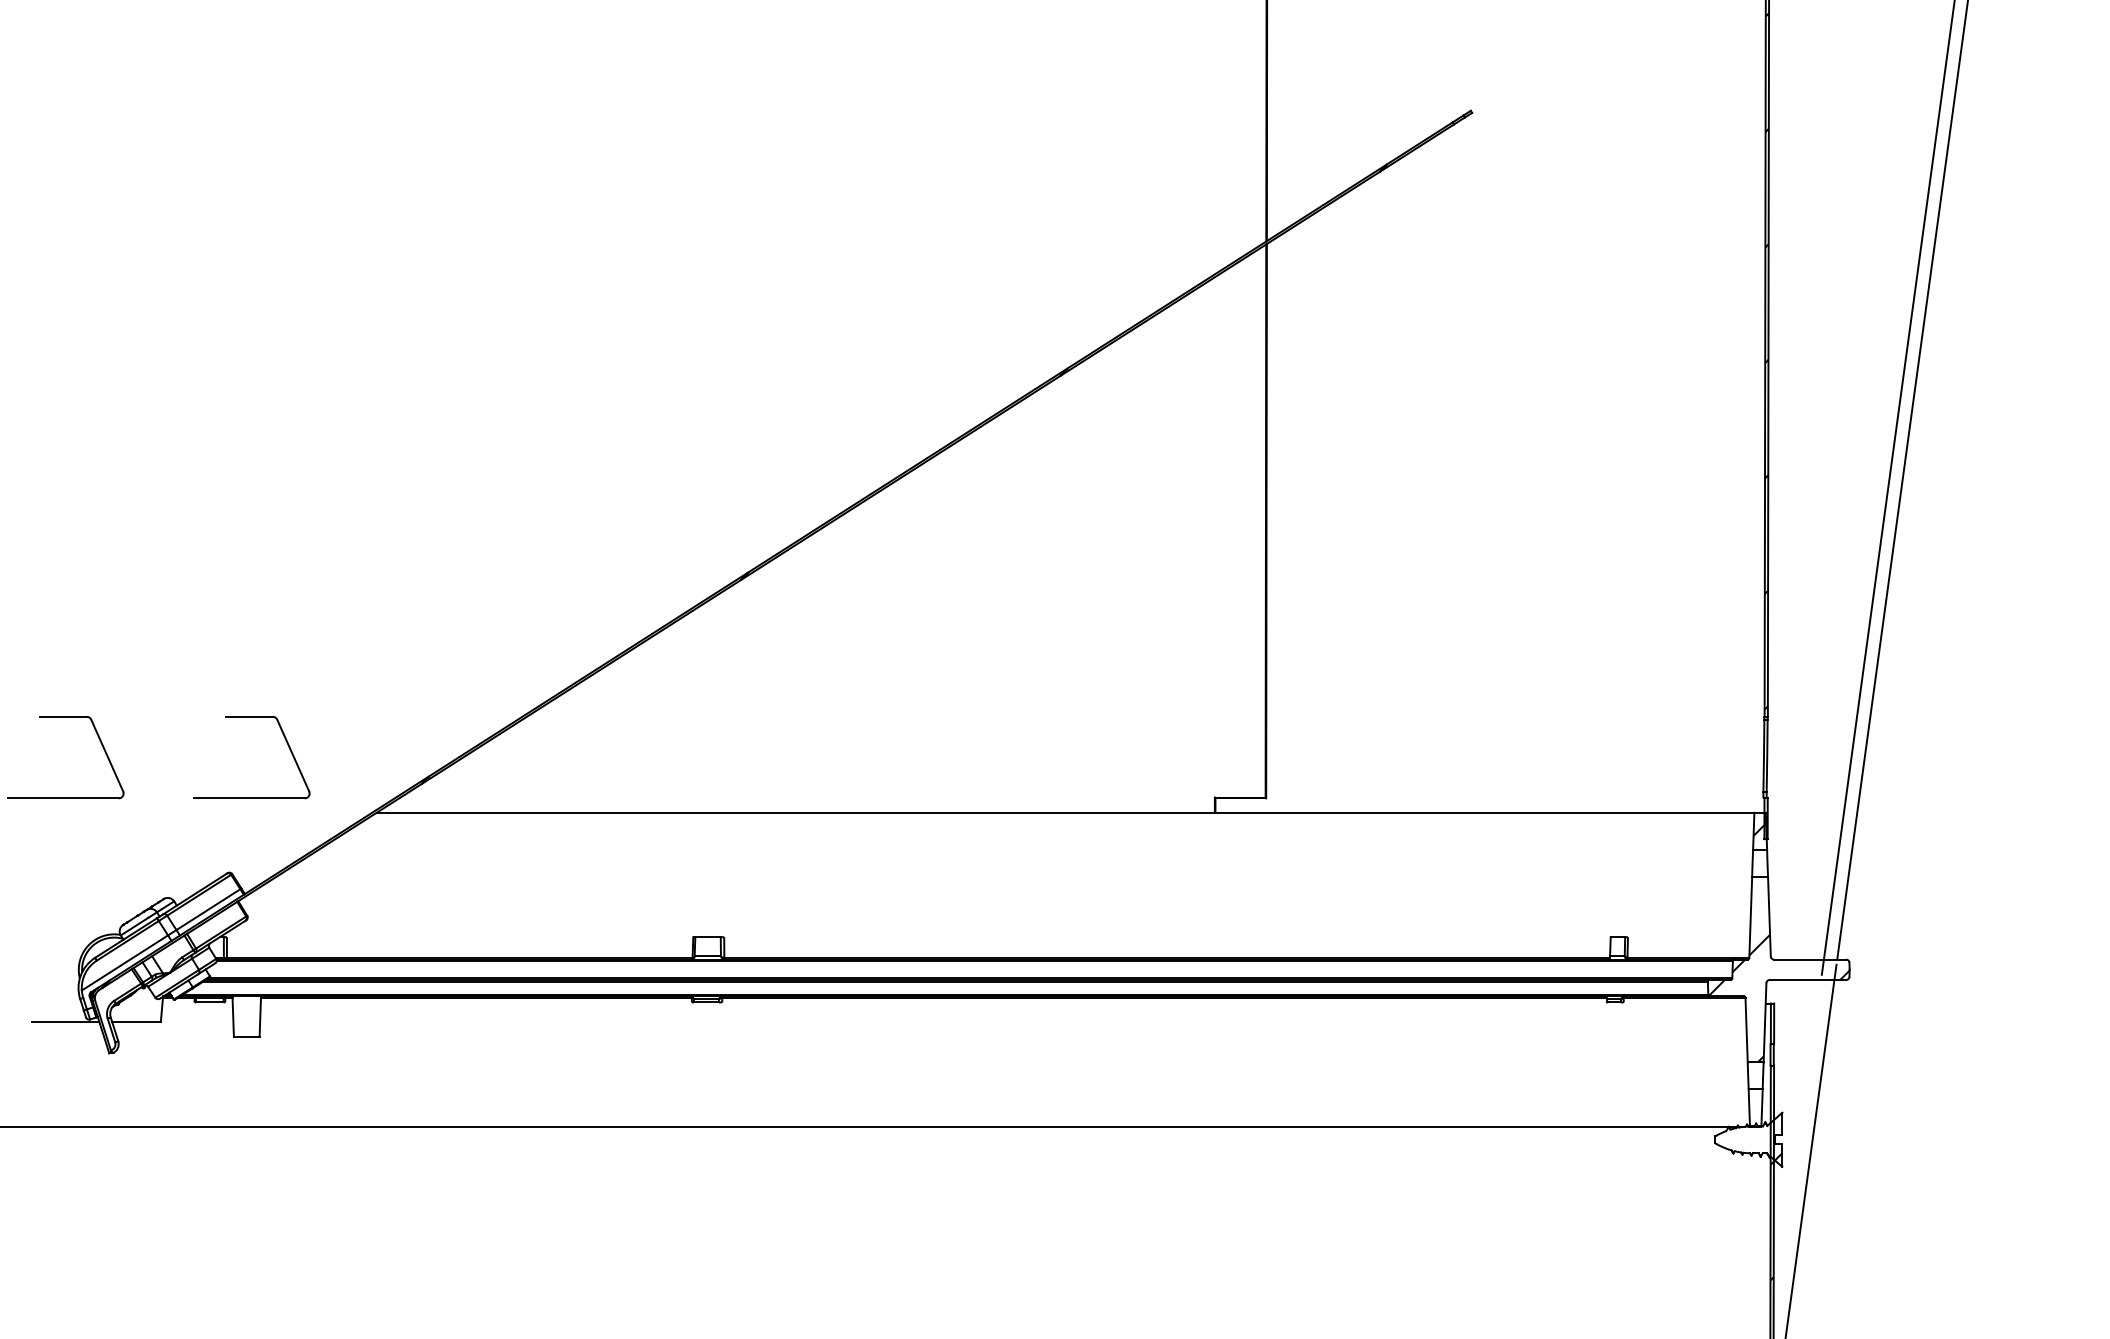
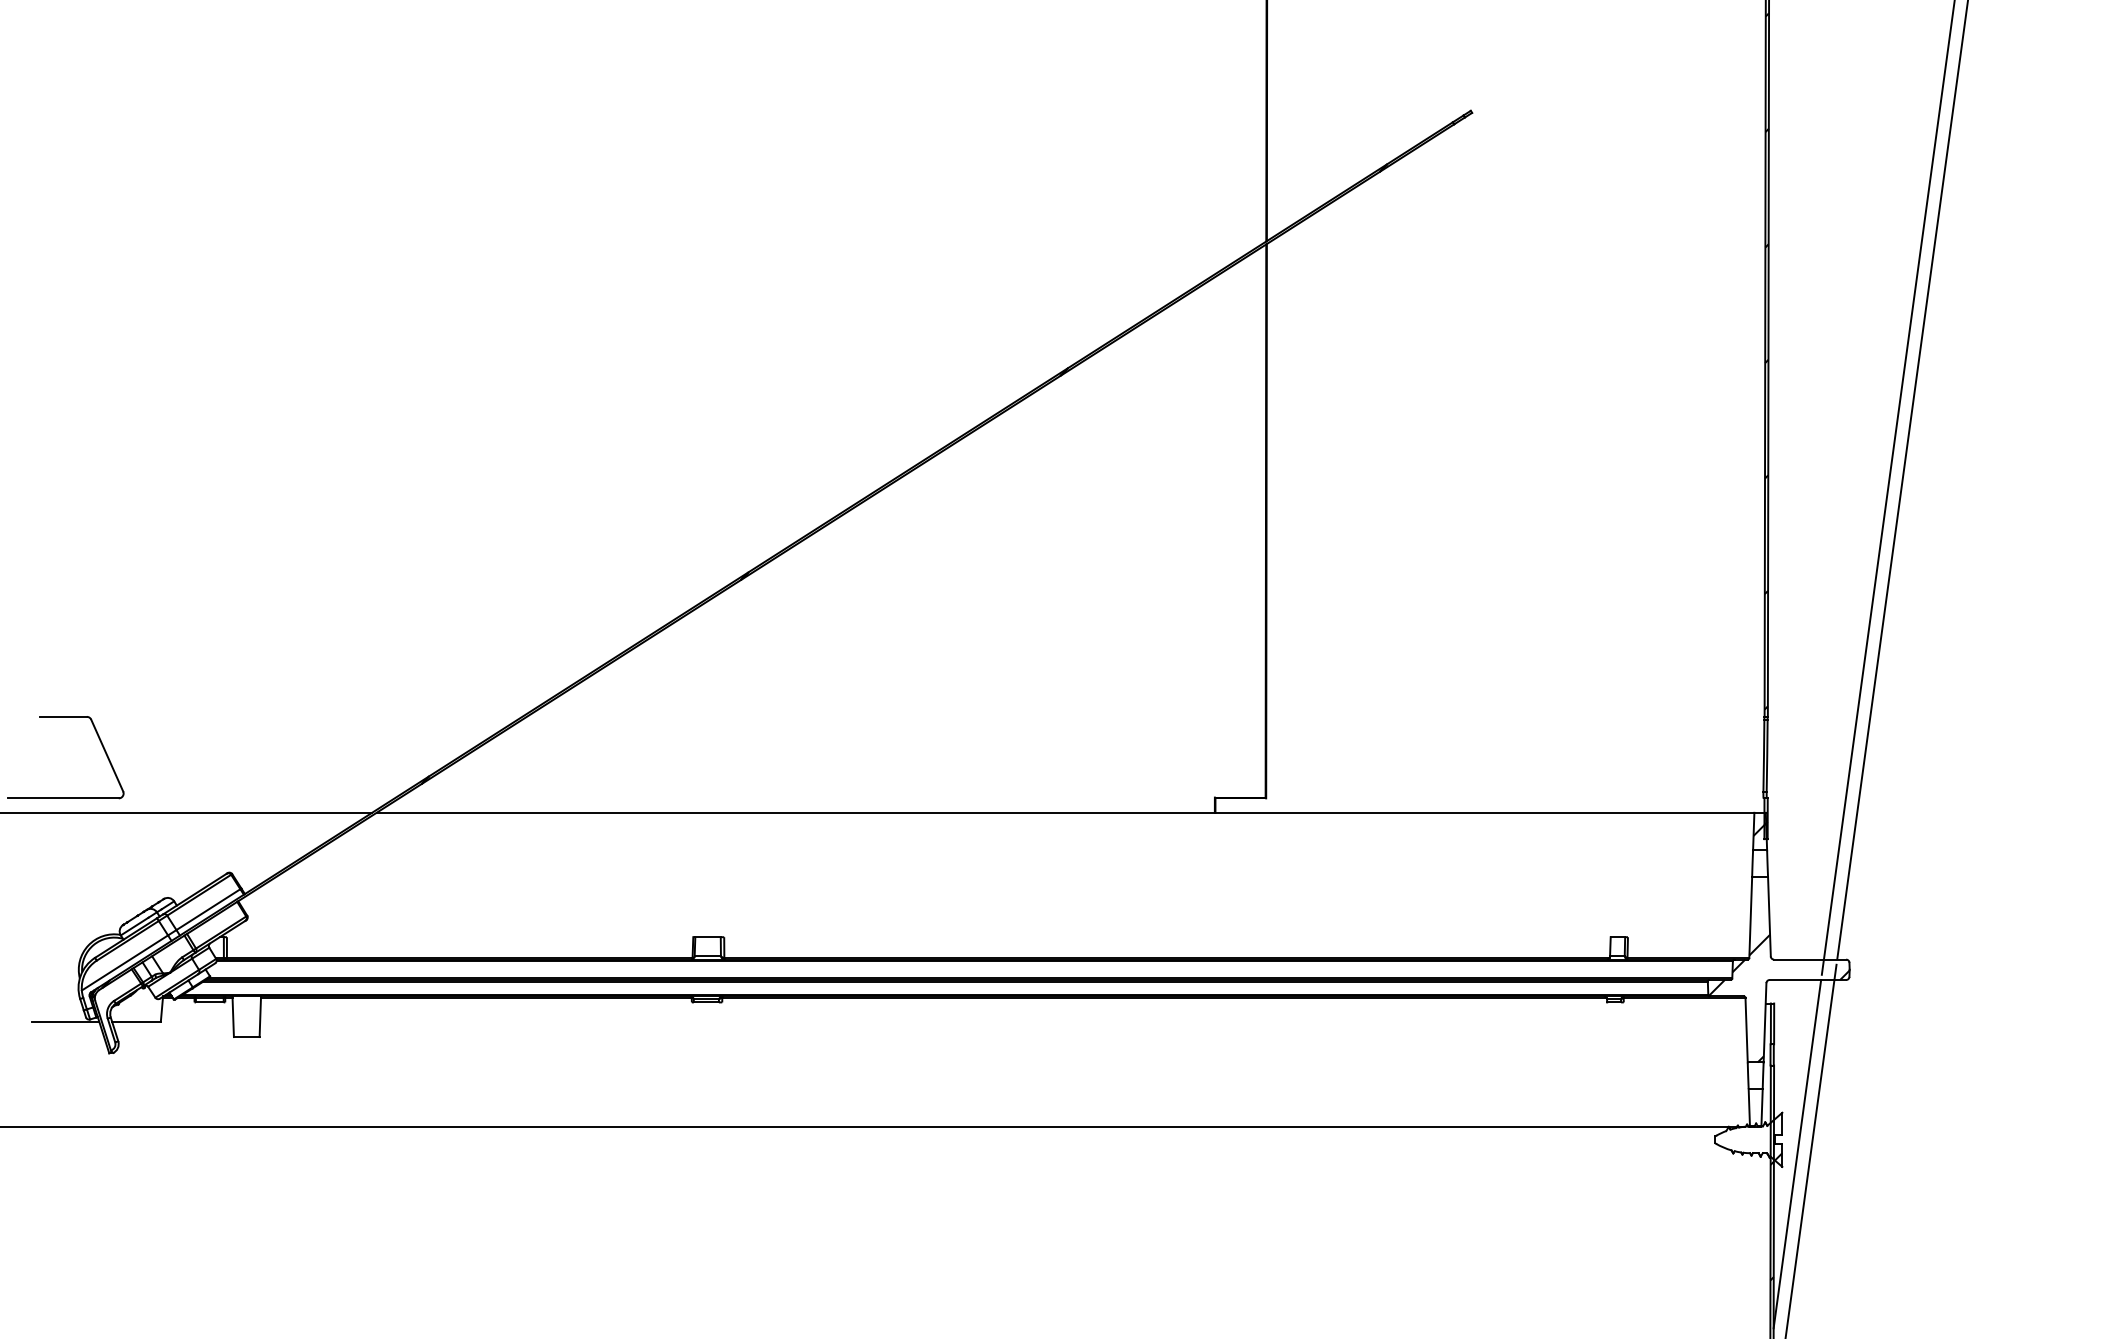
part at (286, 743): present -> none
line at (187, 812): none -> present
line at (1797, 1154): none -> present
